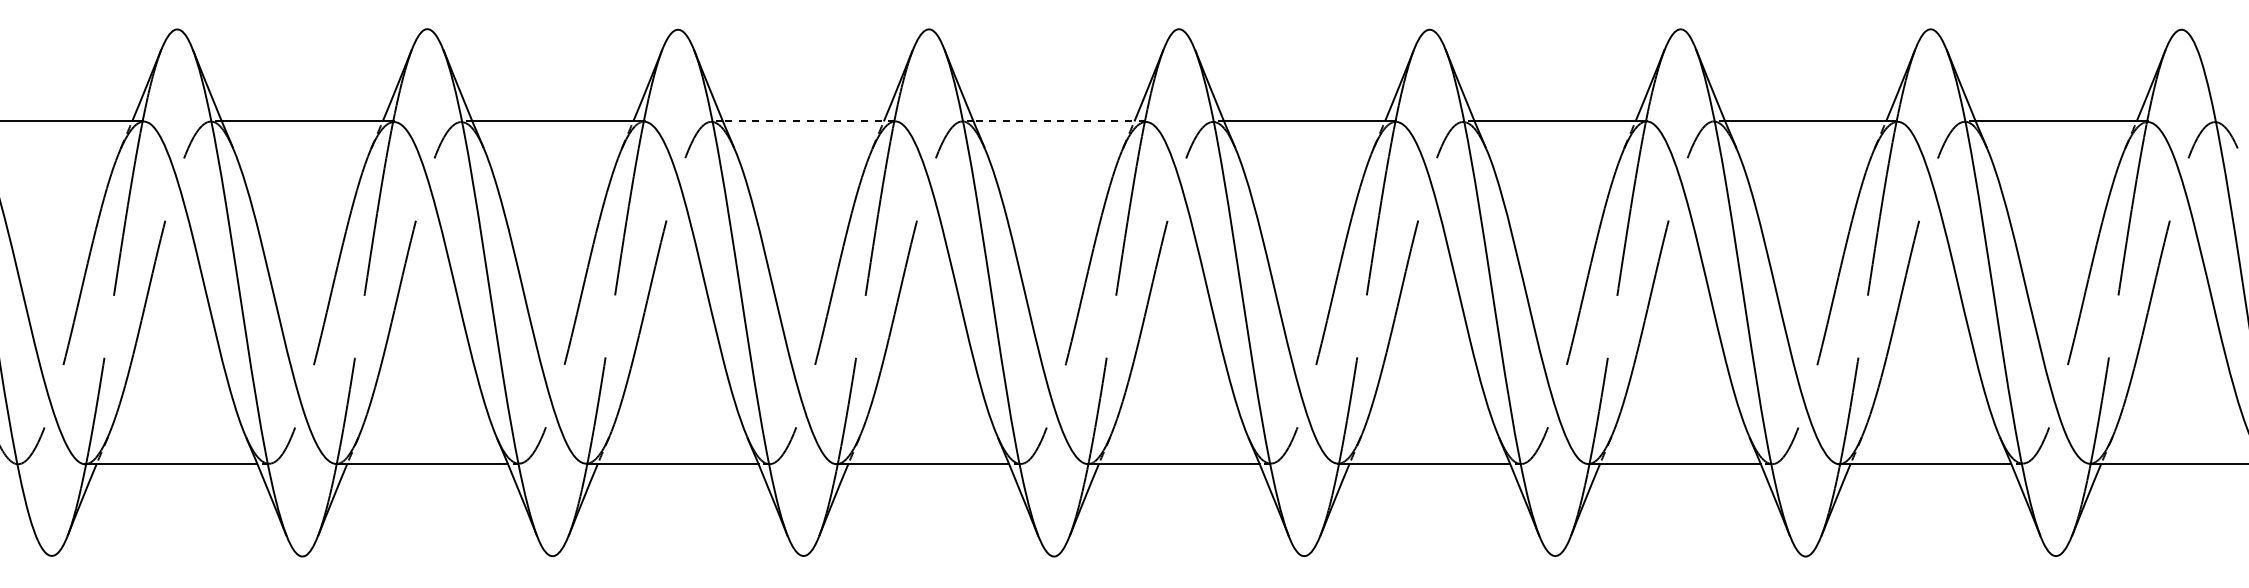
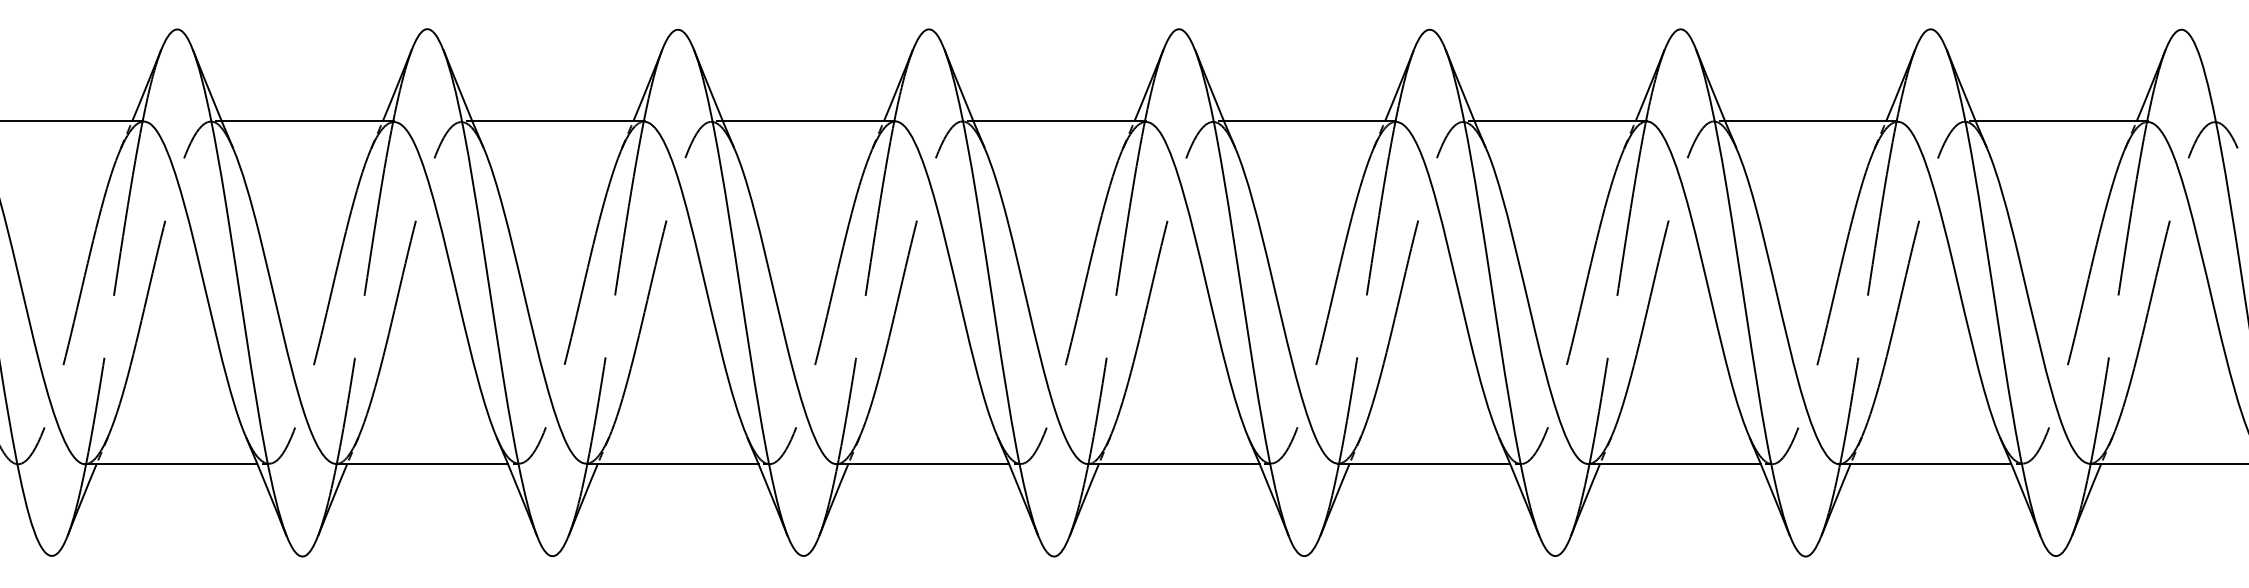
line at (808, 121): dashed -> solid
line at (1059, 121): dashed -> solid
